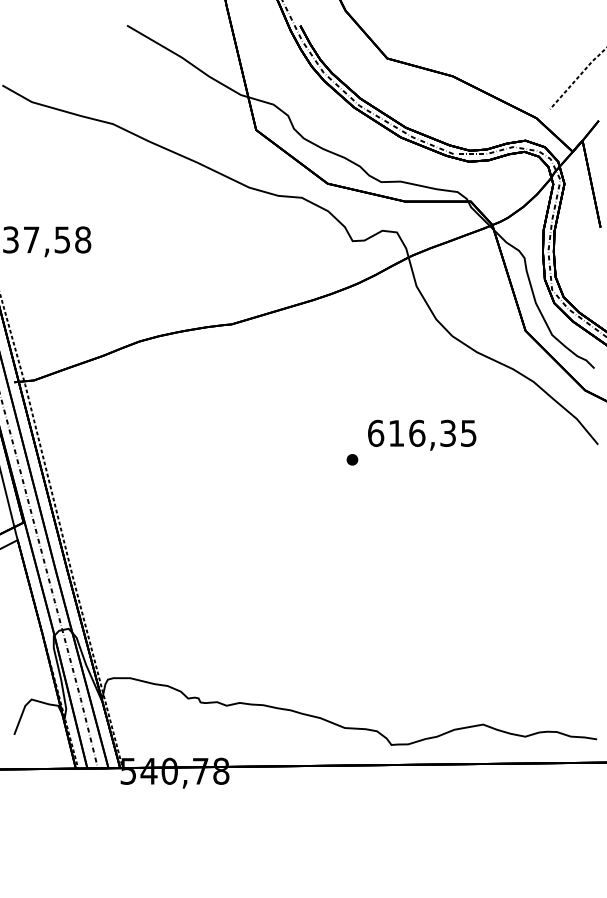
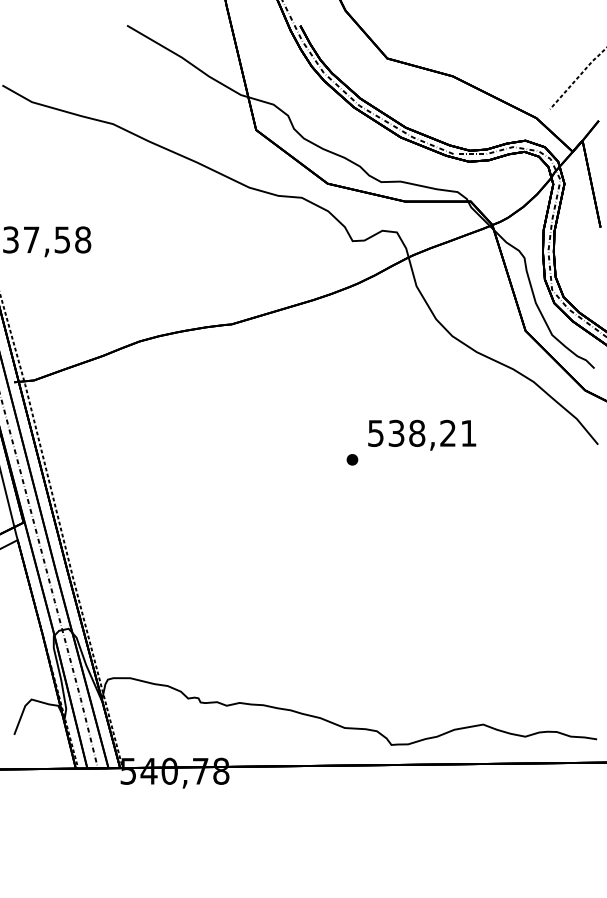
text at (422, 432): 616,35 -> 538,21
